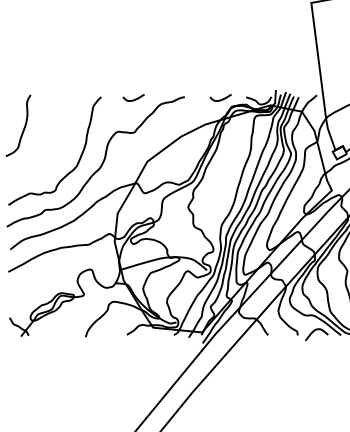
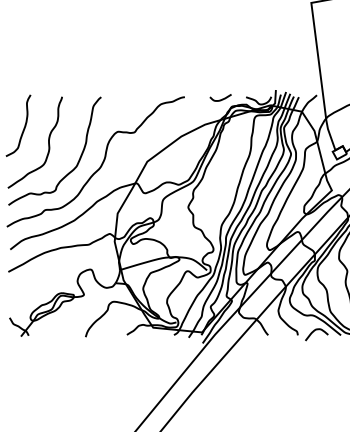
curve at (133, 99): present -> none
curve at (48, 142): none -> present
